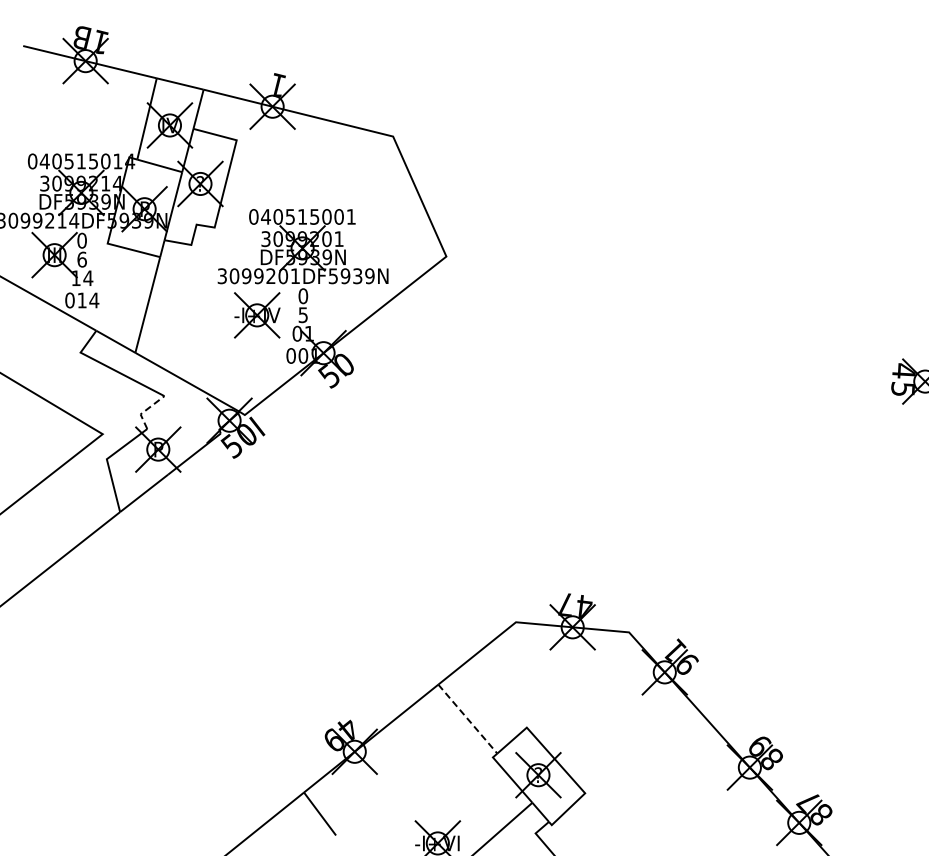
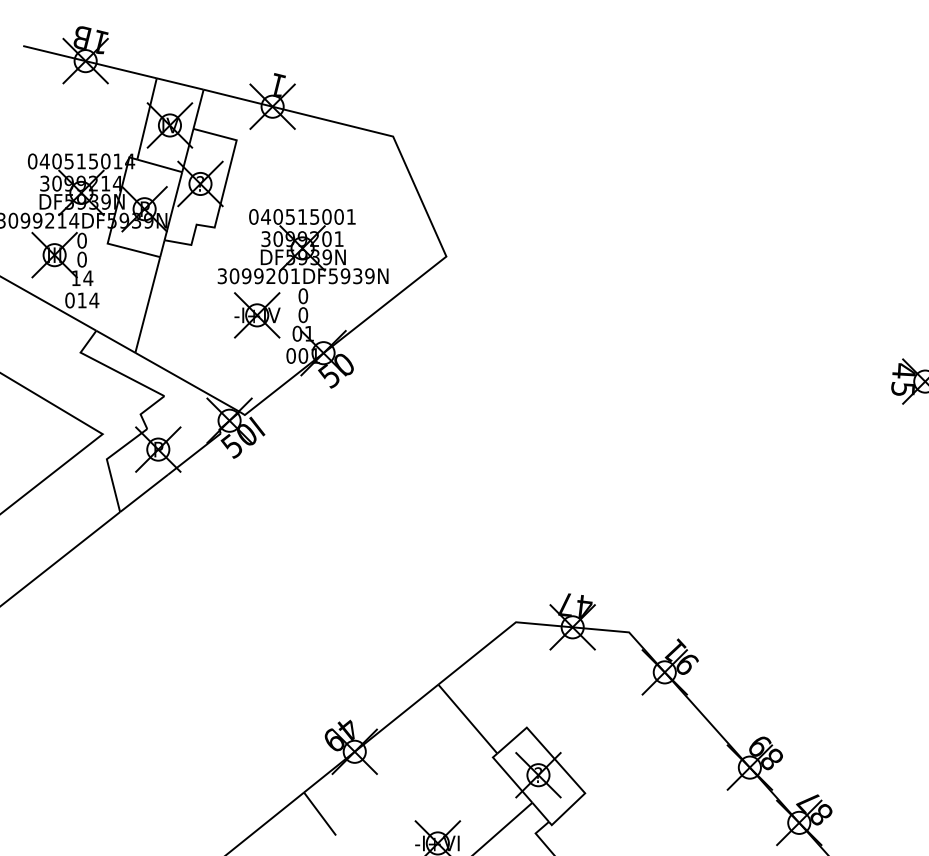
text at (81, 259): 6 -> 0
text at (303, 315): 5 -> 0
line at (146, 410): dashed -> solid
line at (468, 719): dashed -> solid
